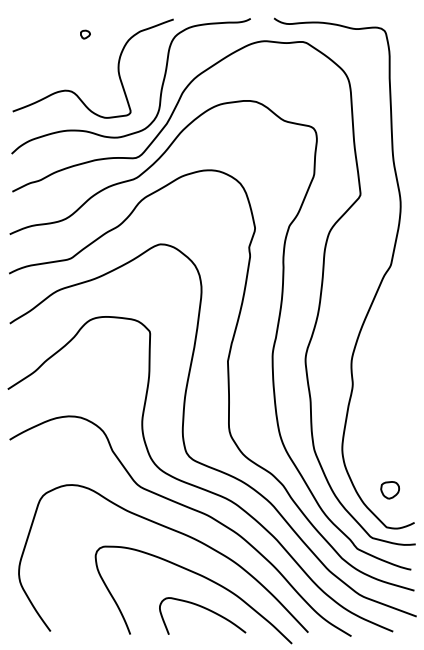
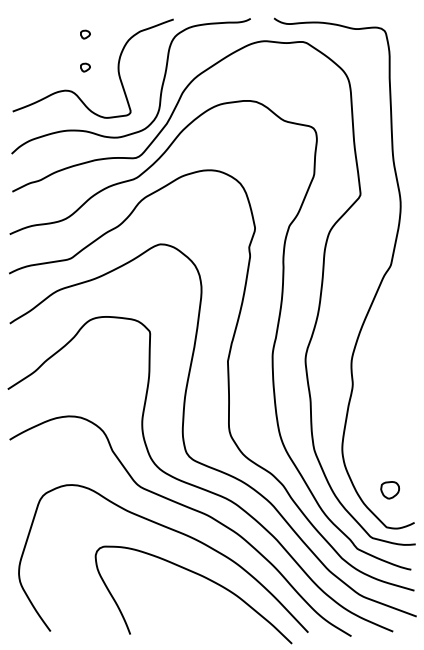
part at (85, 67): none -> present
curve at (205, 609): present -> none
